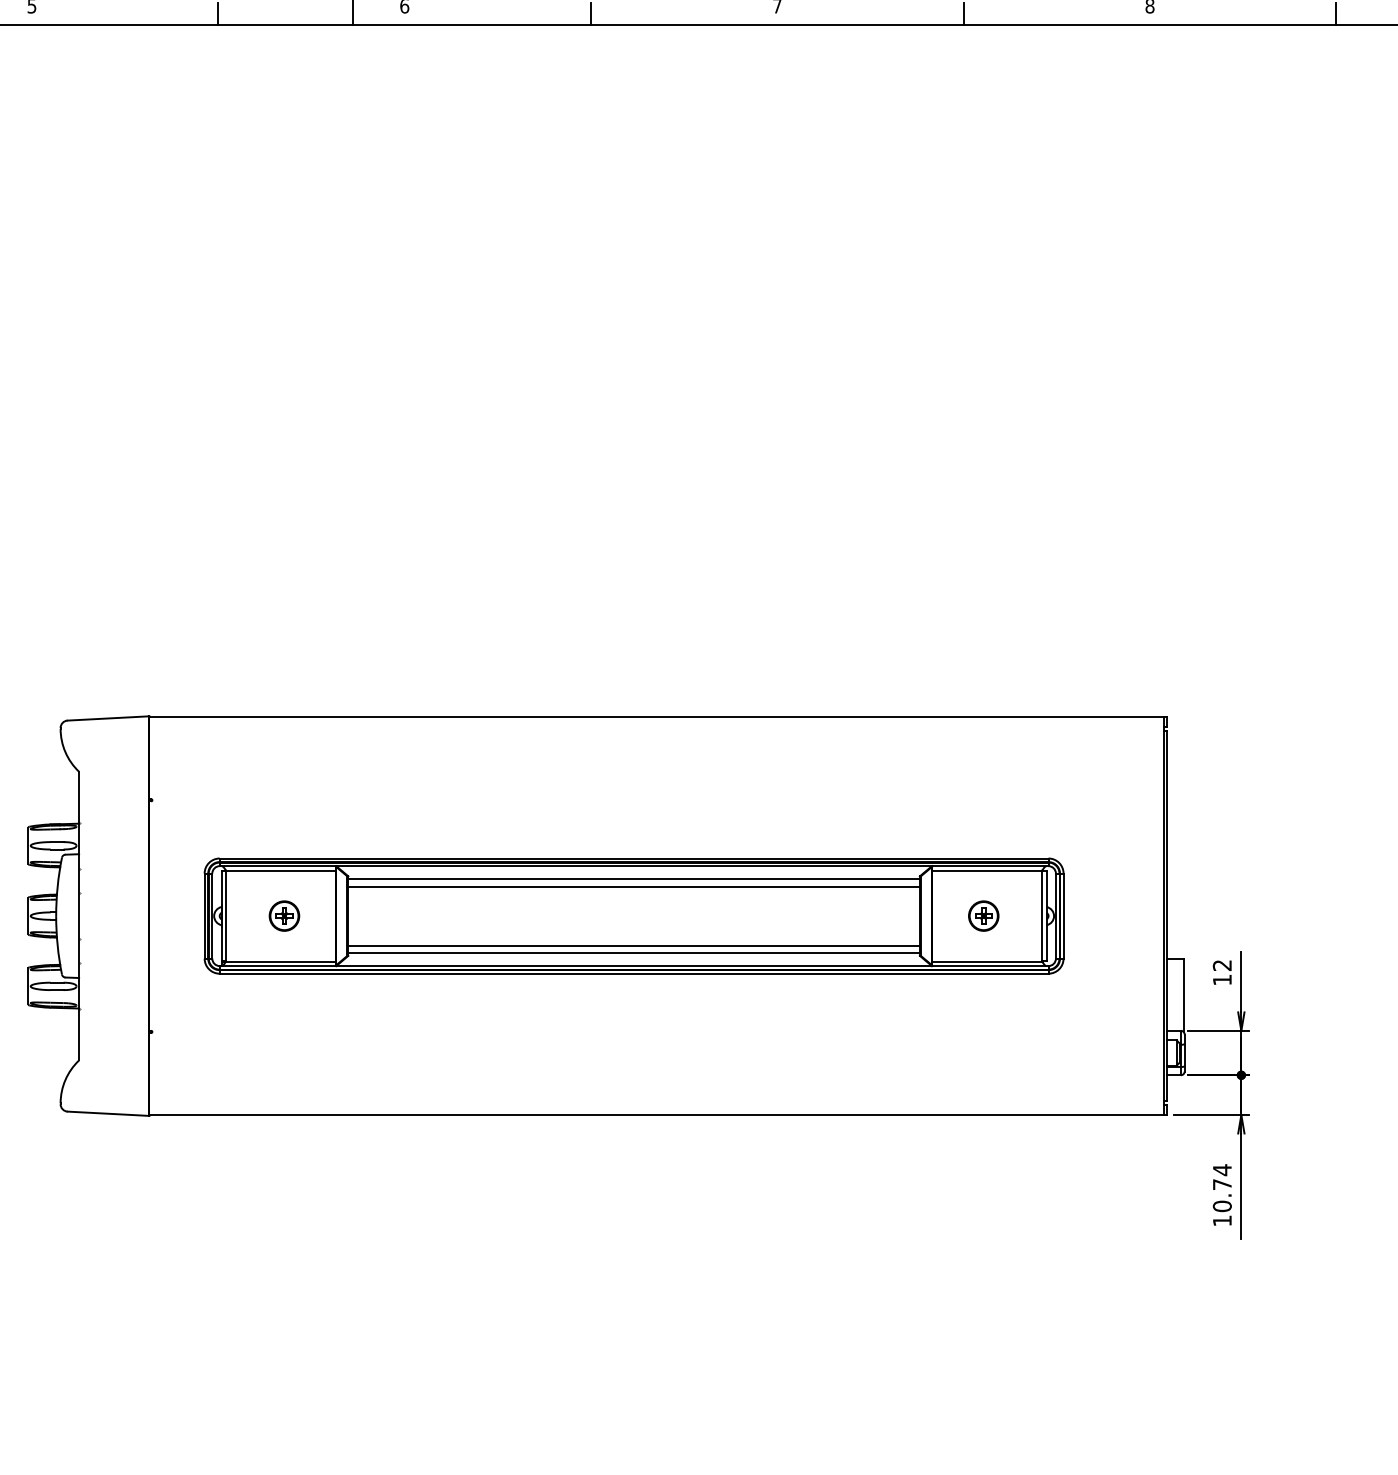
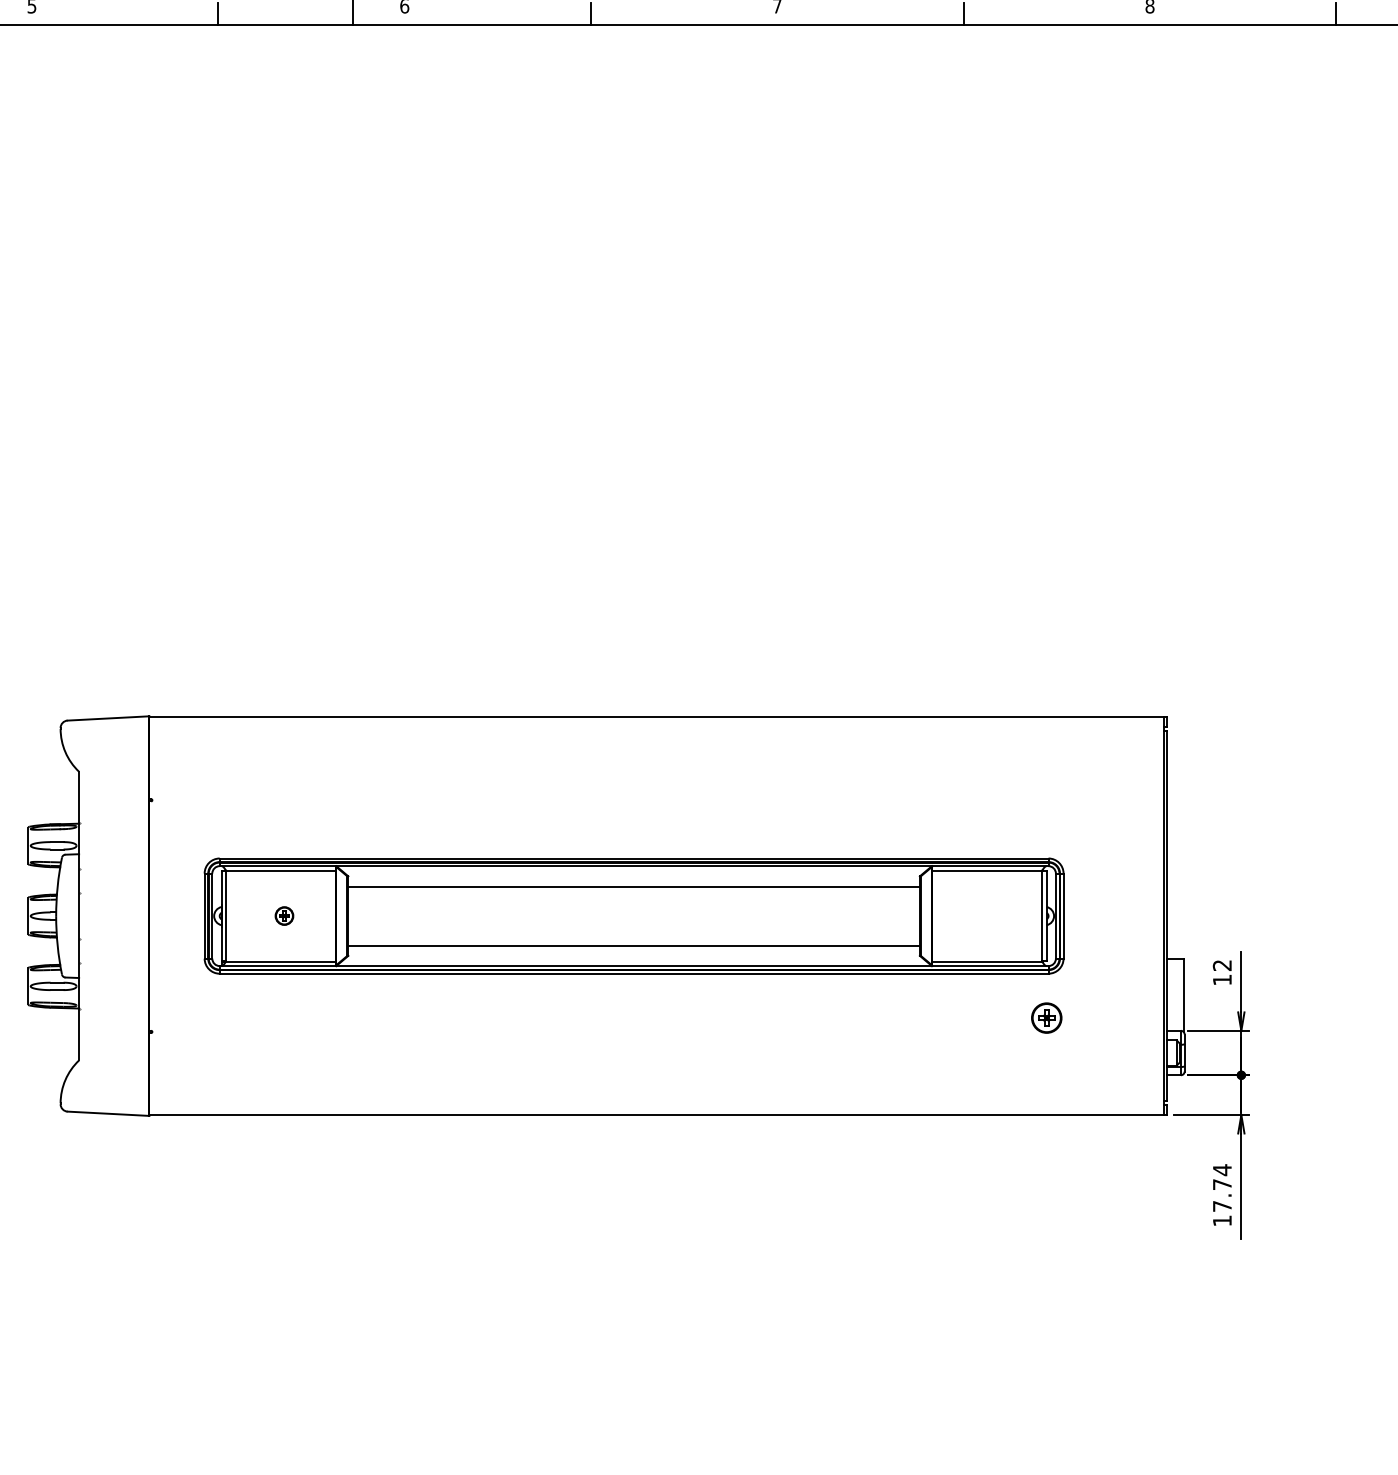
line at (633, 879): present -> none
part at (284, 915) size: 33x32 px -> 21x20 px
part at (983, 915) position: (983, 915) -> (1046, 1017)
line at (633, 953): present -> none
text at (1221, 1206): 10.74 -> 17.74
